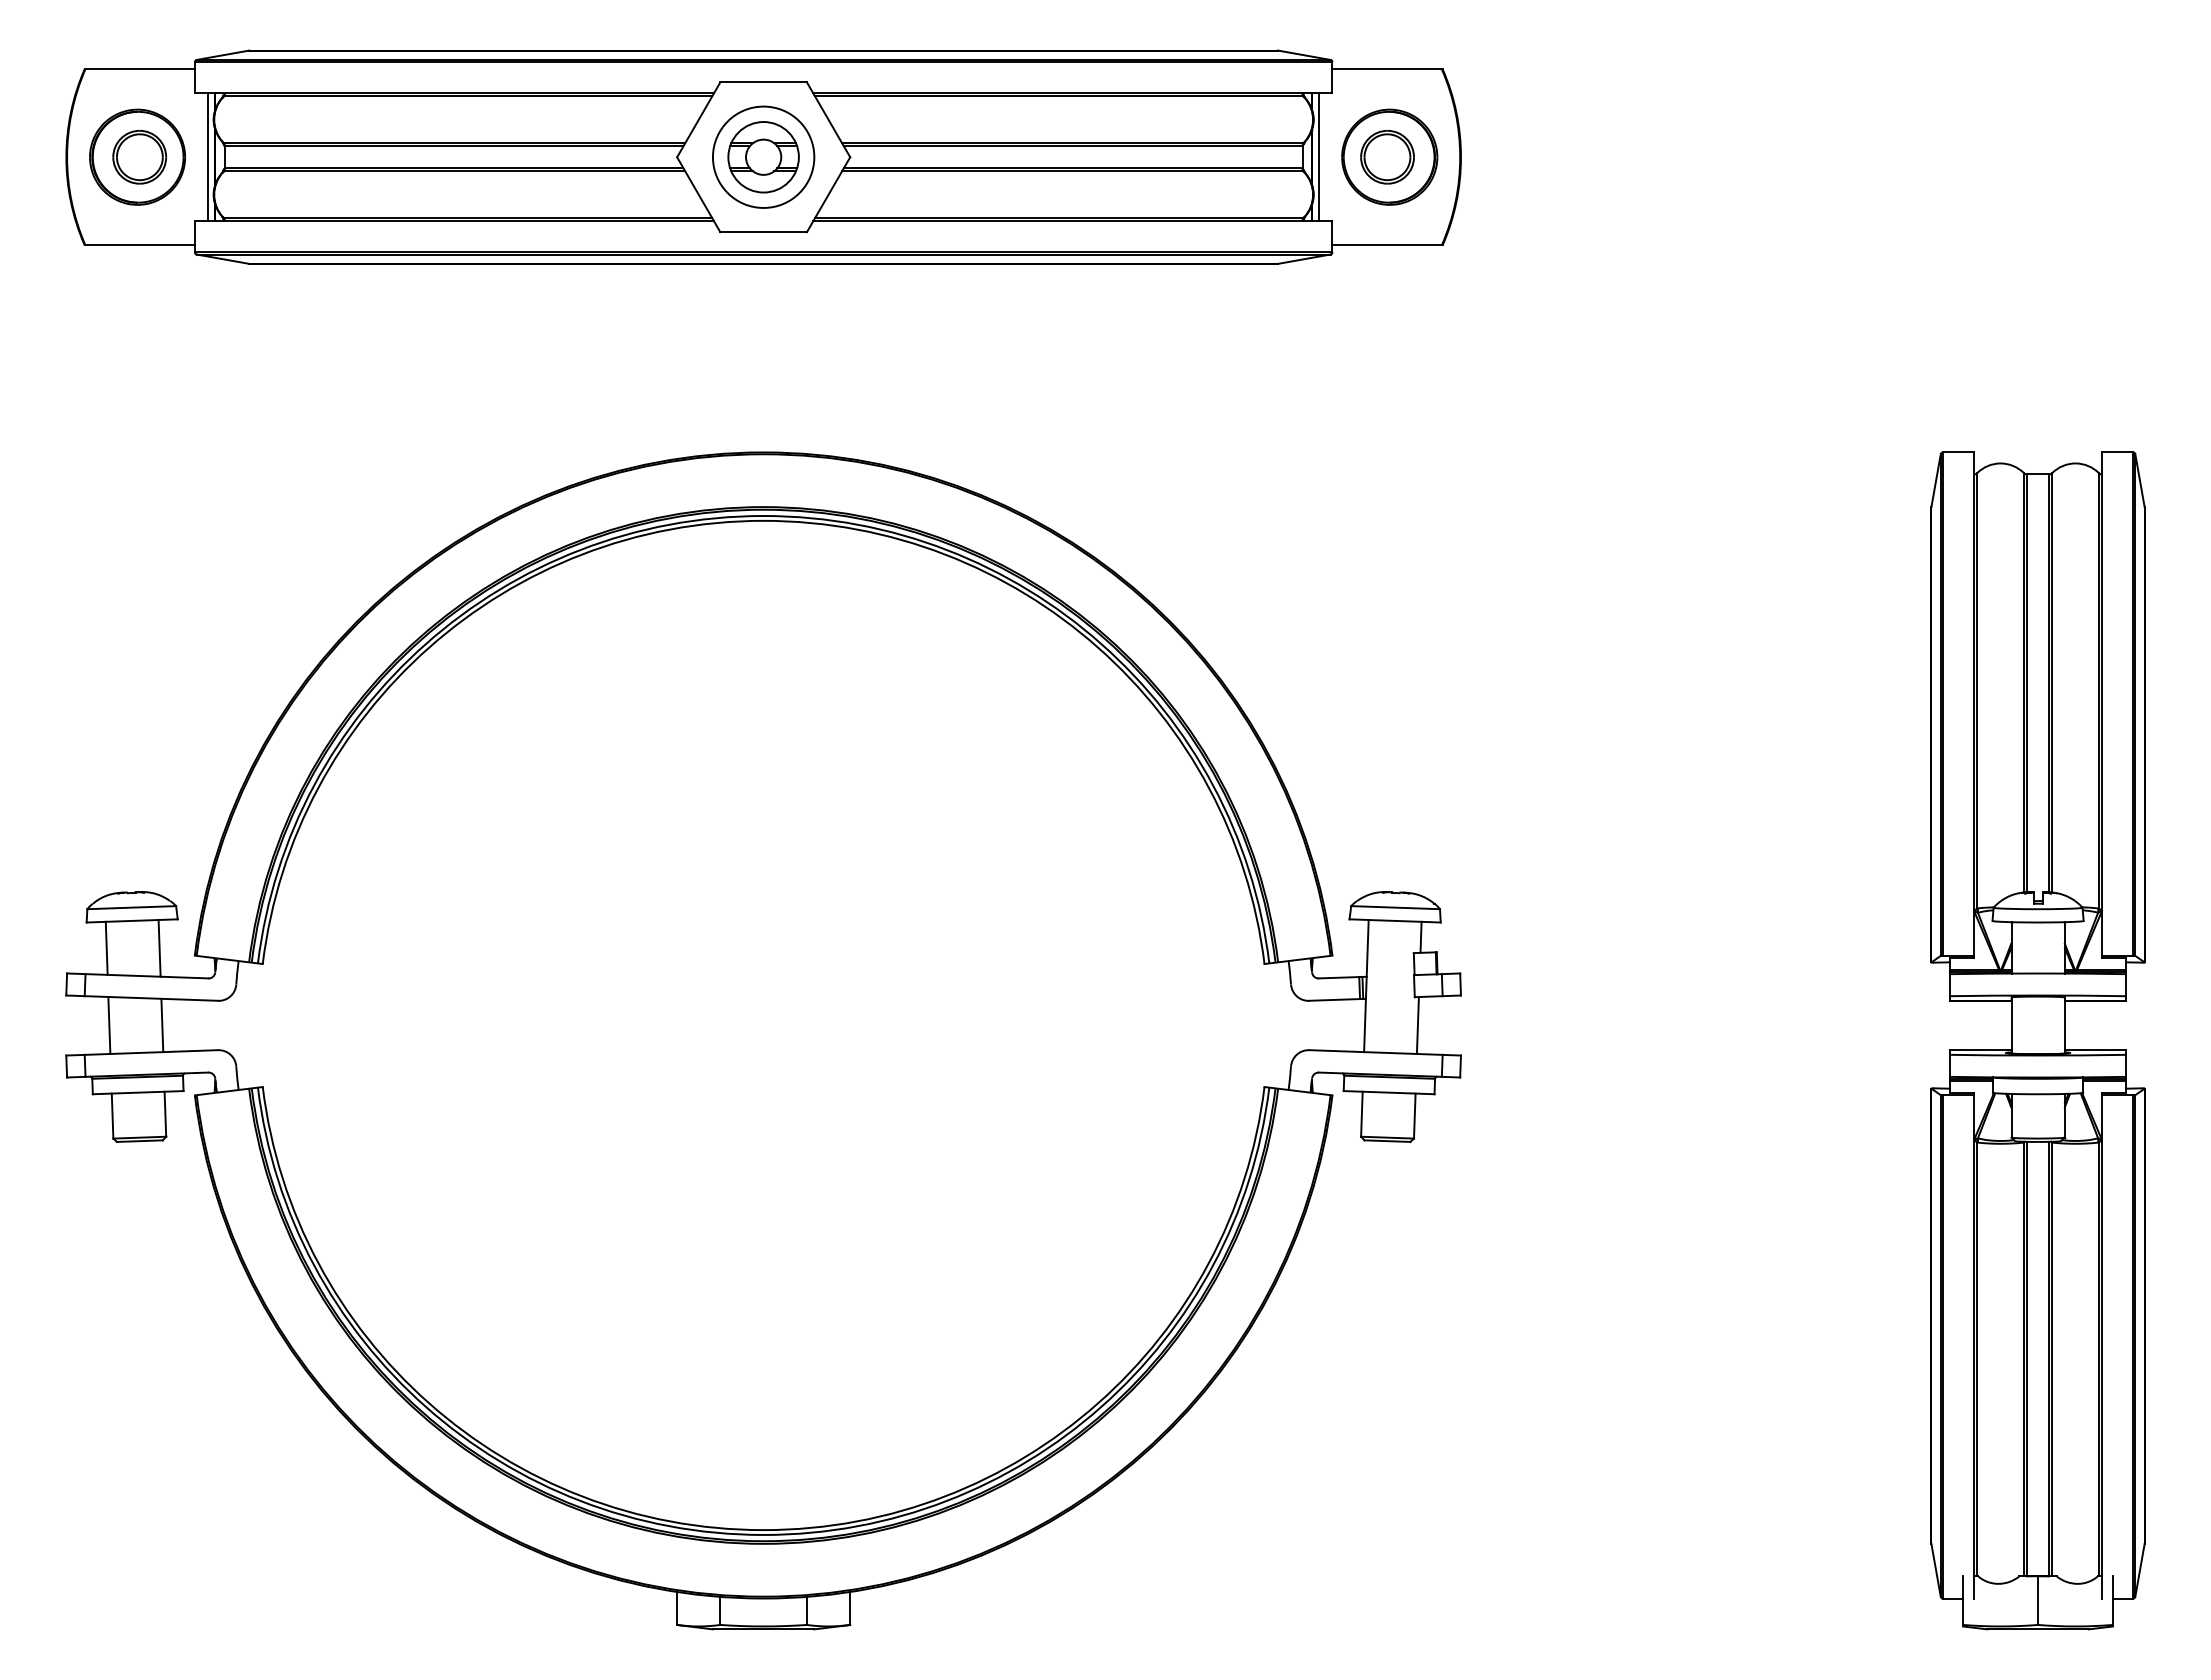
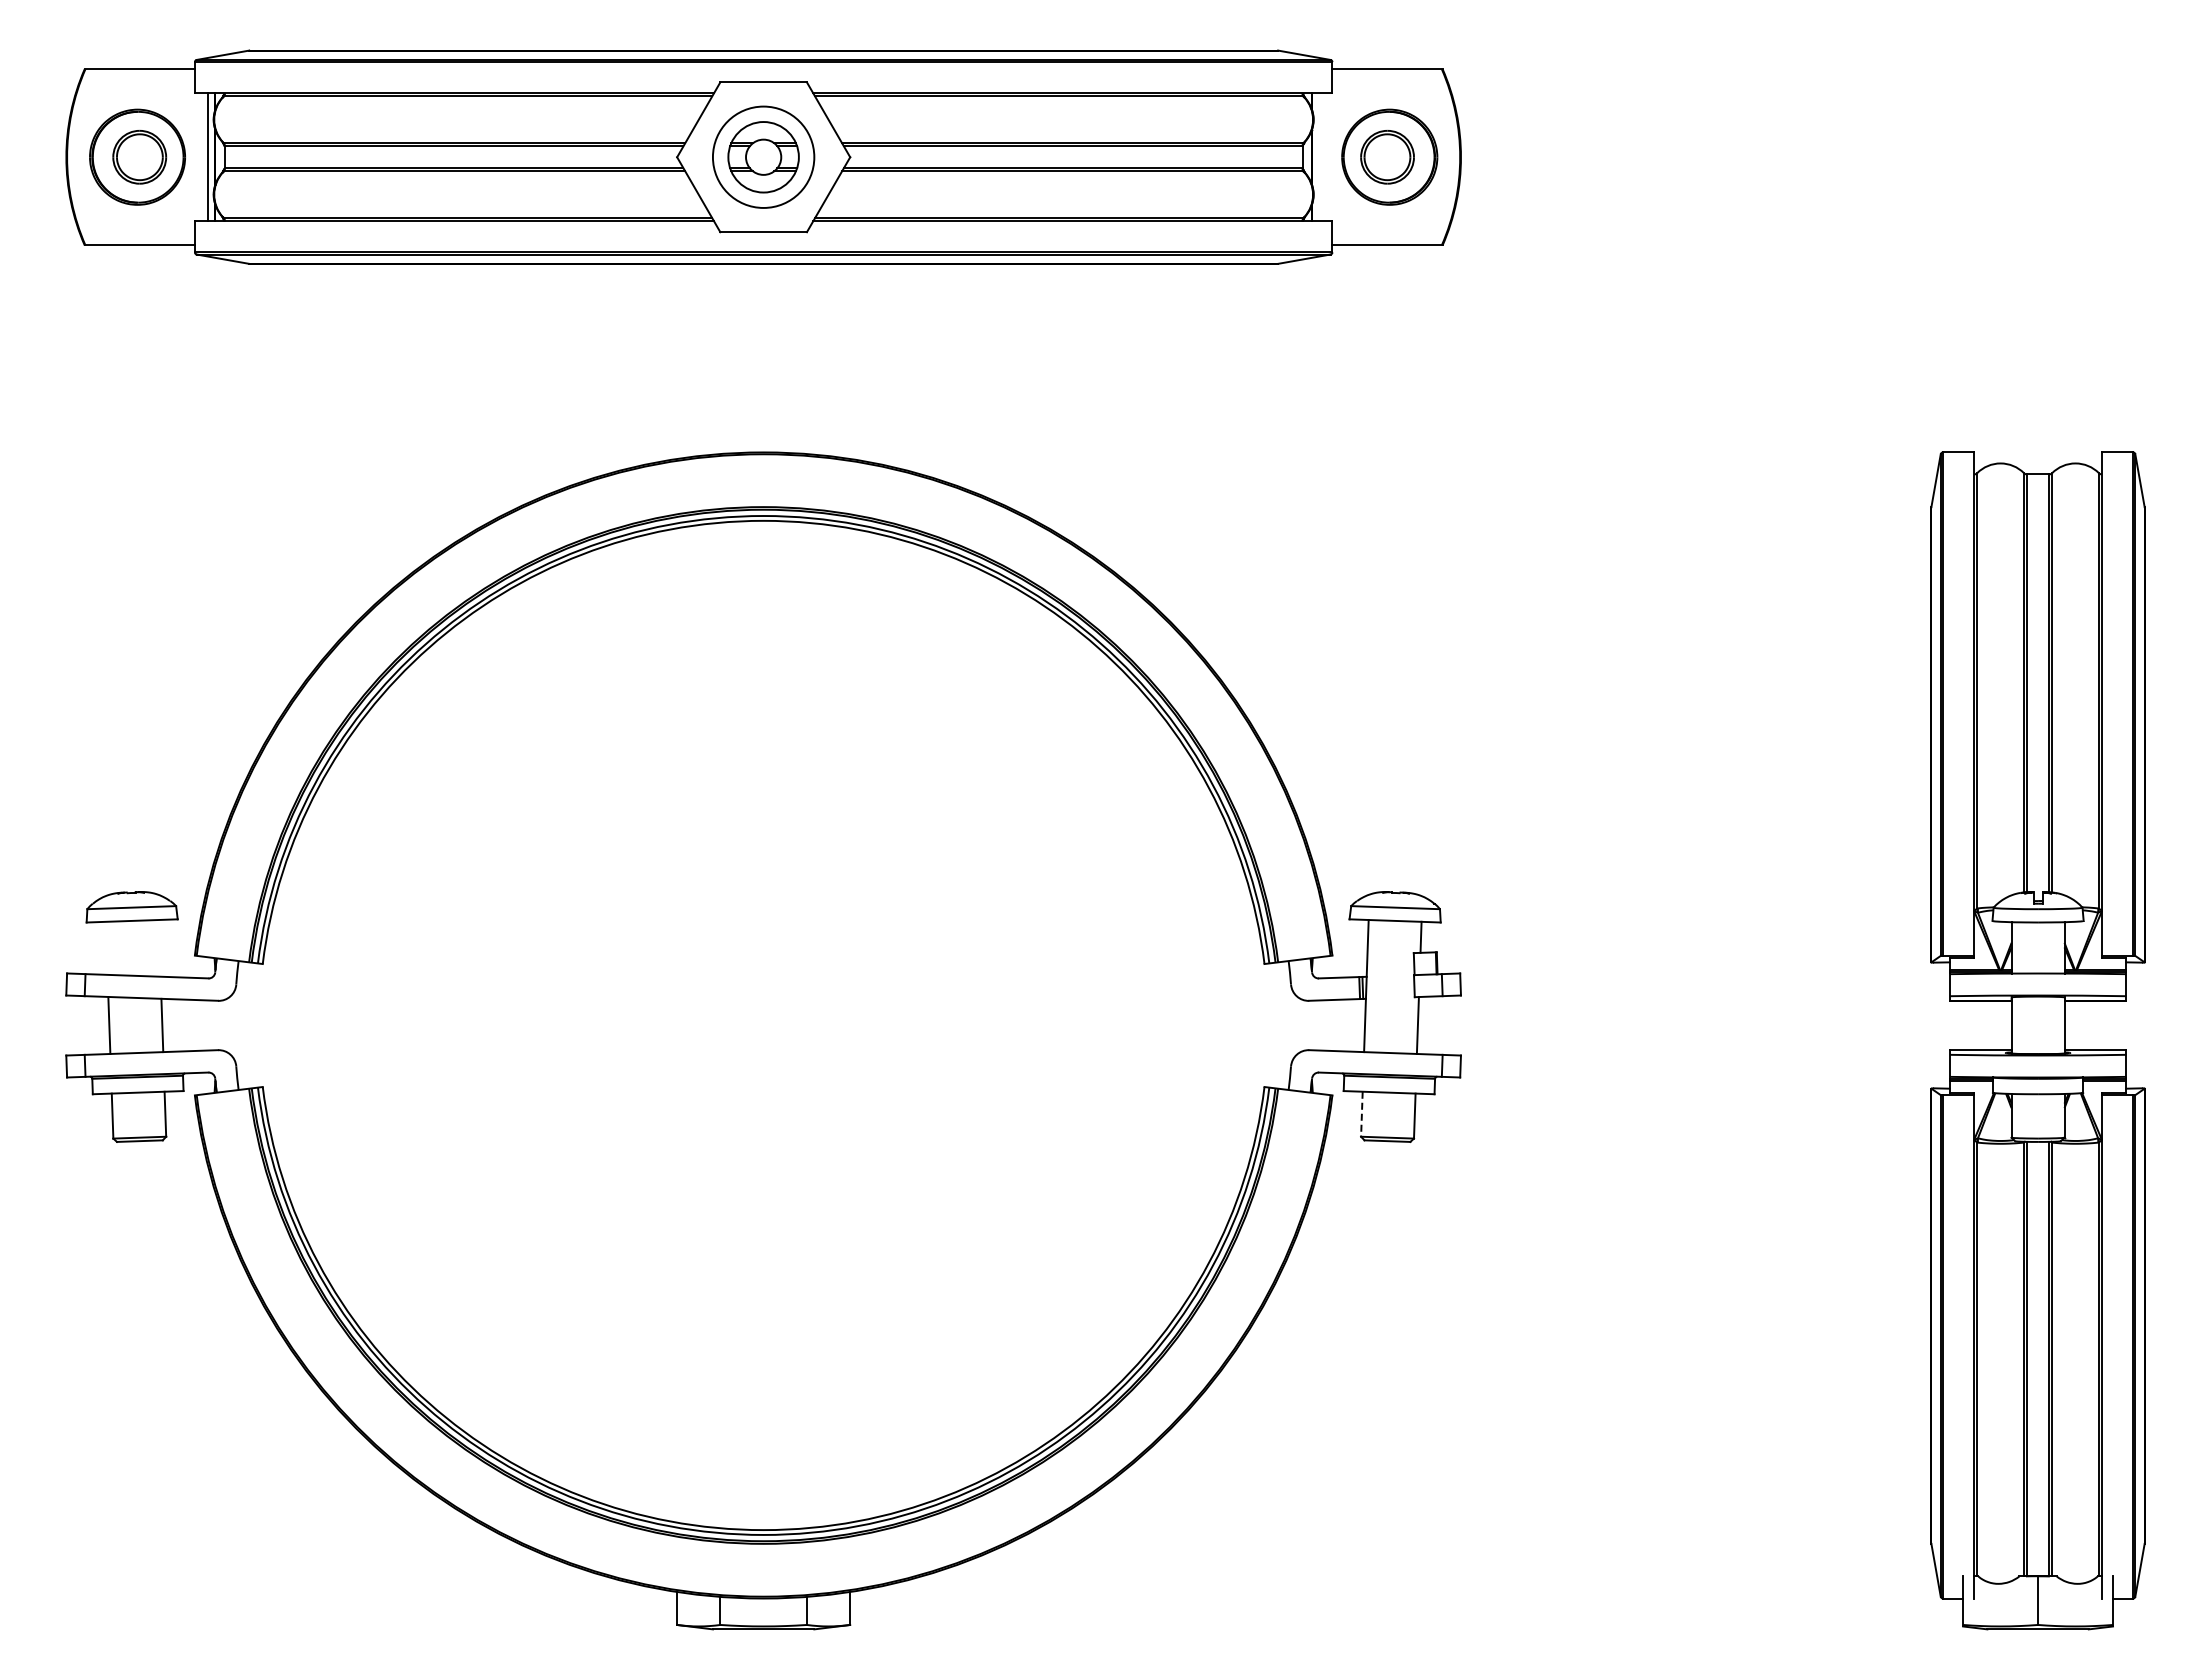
line at (1318, 157): present -> none
line at (106, 947): present -> none
line at (159, 947): present -> none
line at (1361, 1114): solid -> dashed
